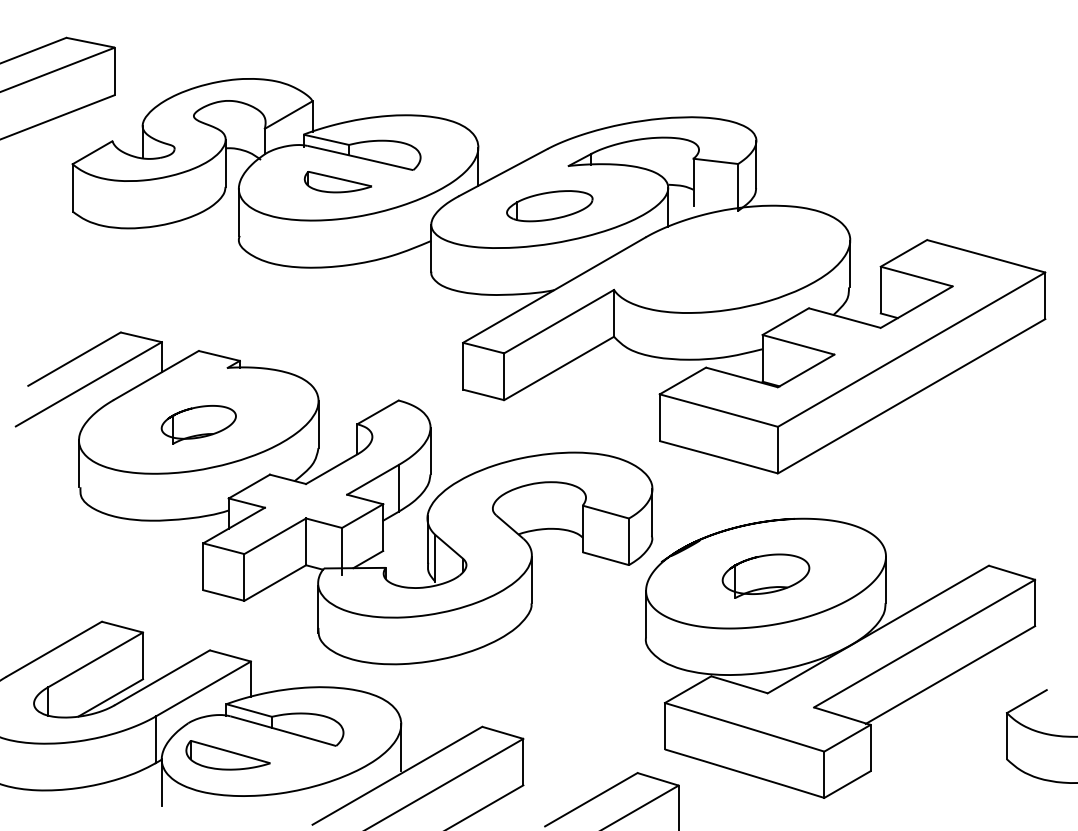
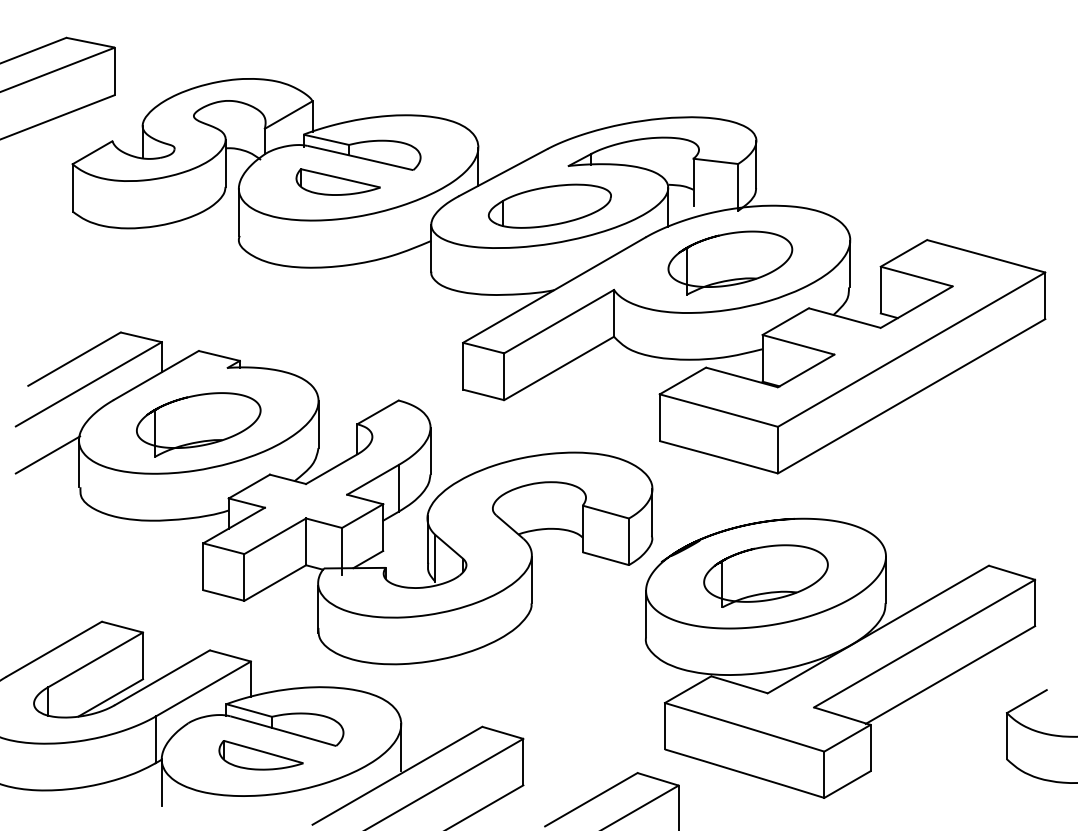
part at (337, 182) size: 69x23 px -> 86x28 px
part at (549, 206) size: 88x33 px -> 125x46 px
part at (730, 262): none -> present
part at (198, 424) size: 77x40 px -> 126x66 px
line at (47, 454): none -> present
part at (765, 575) size: 90x46 px -> 126x64 px
part at (227, 755) position: (227, 755) -> (260, 755)
